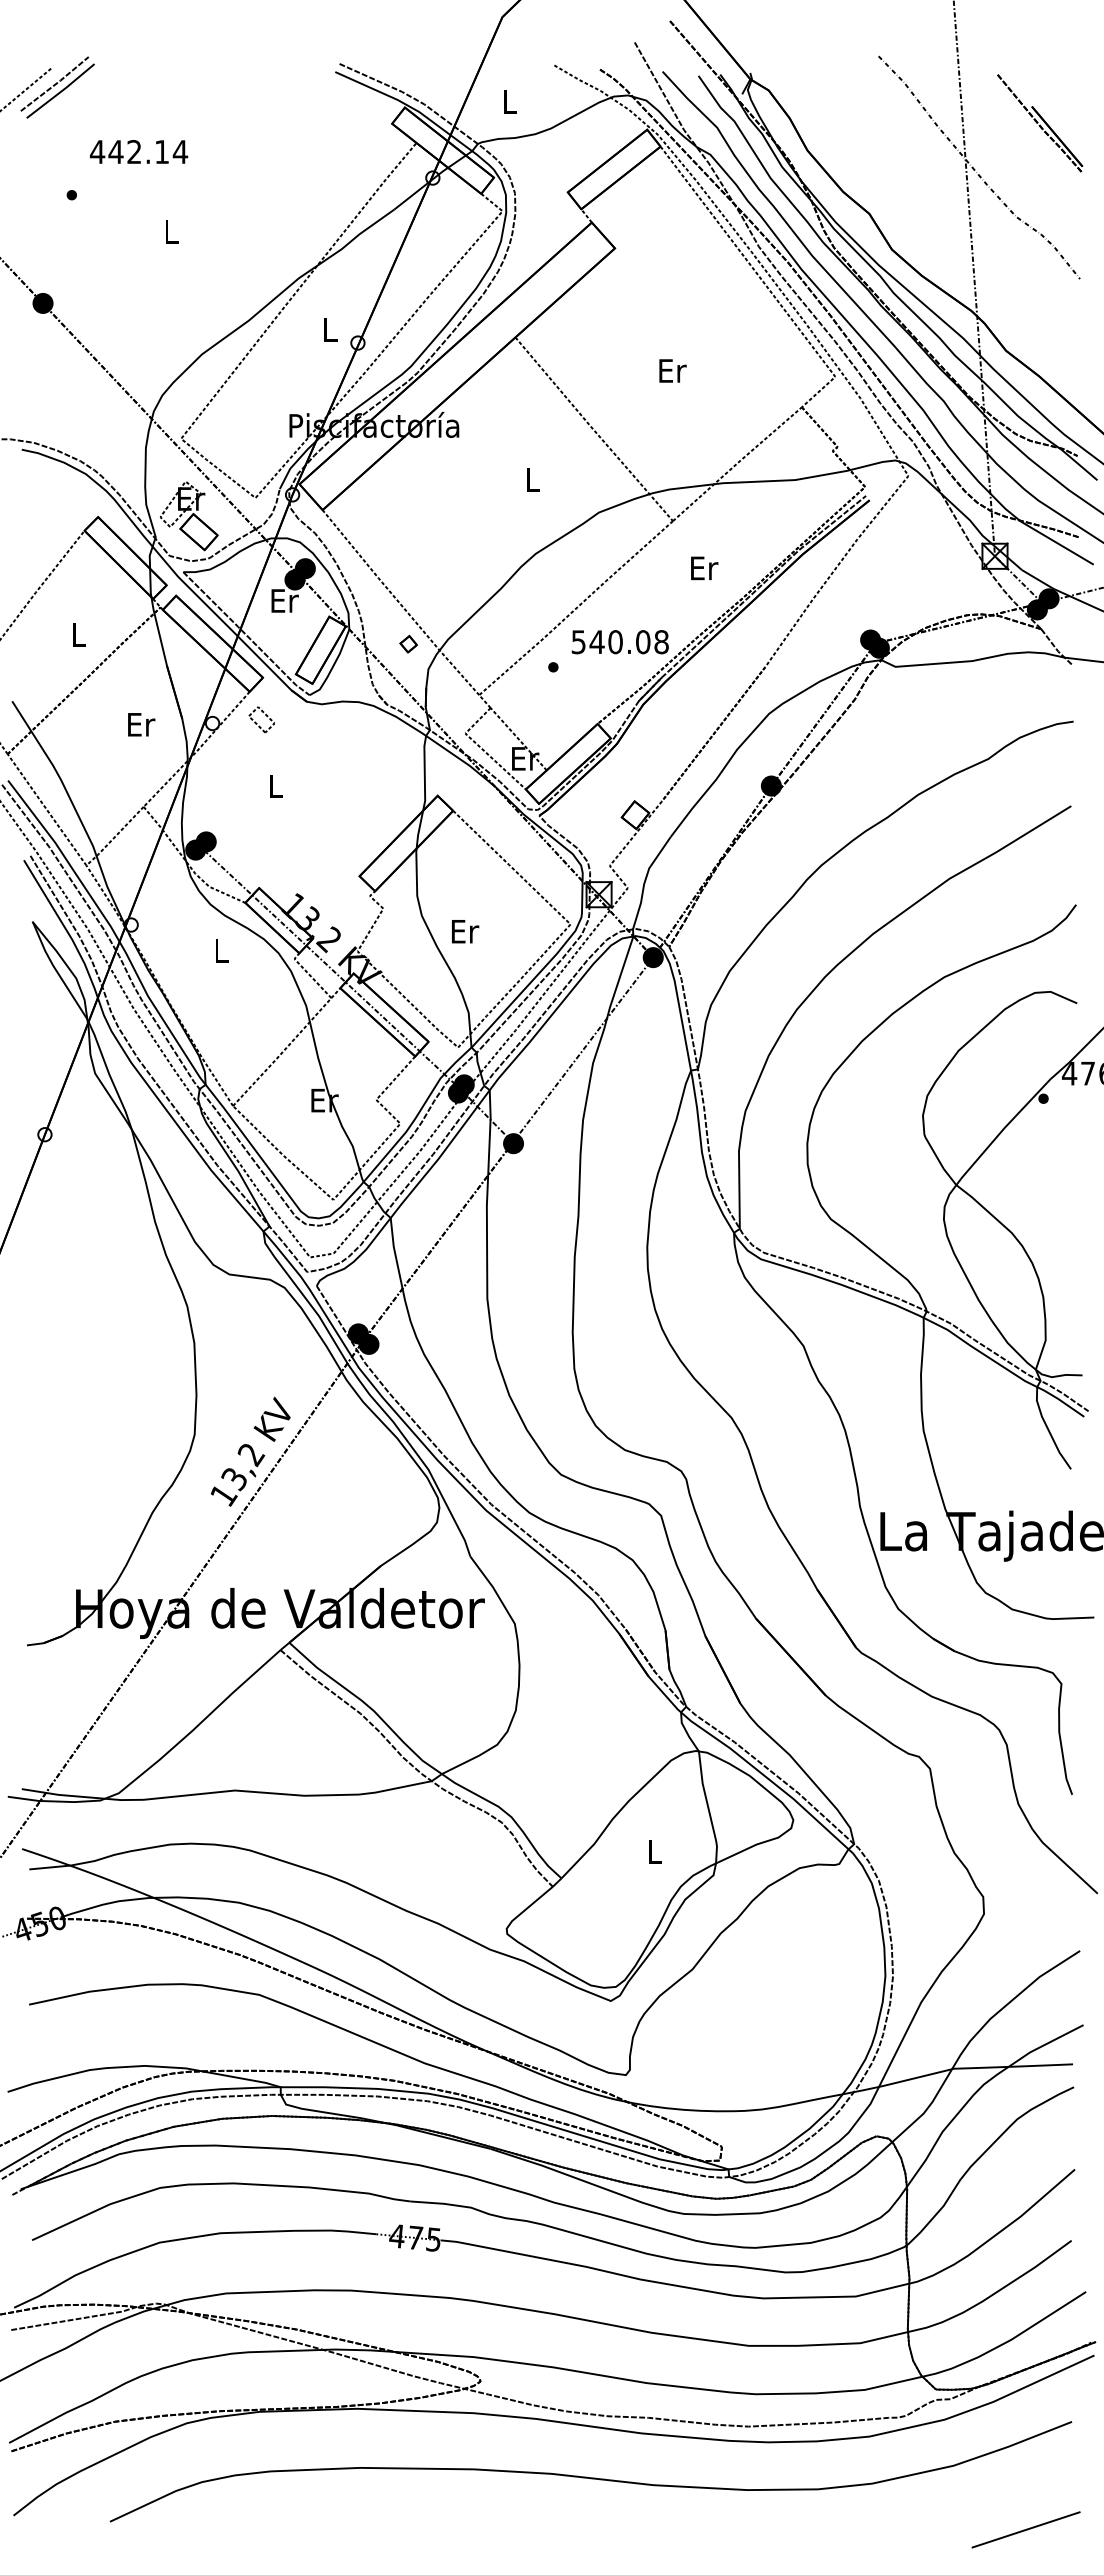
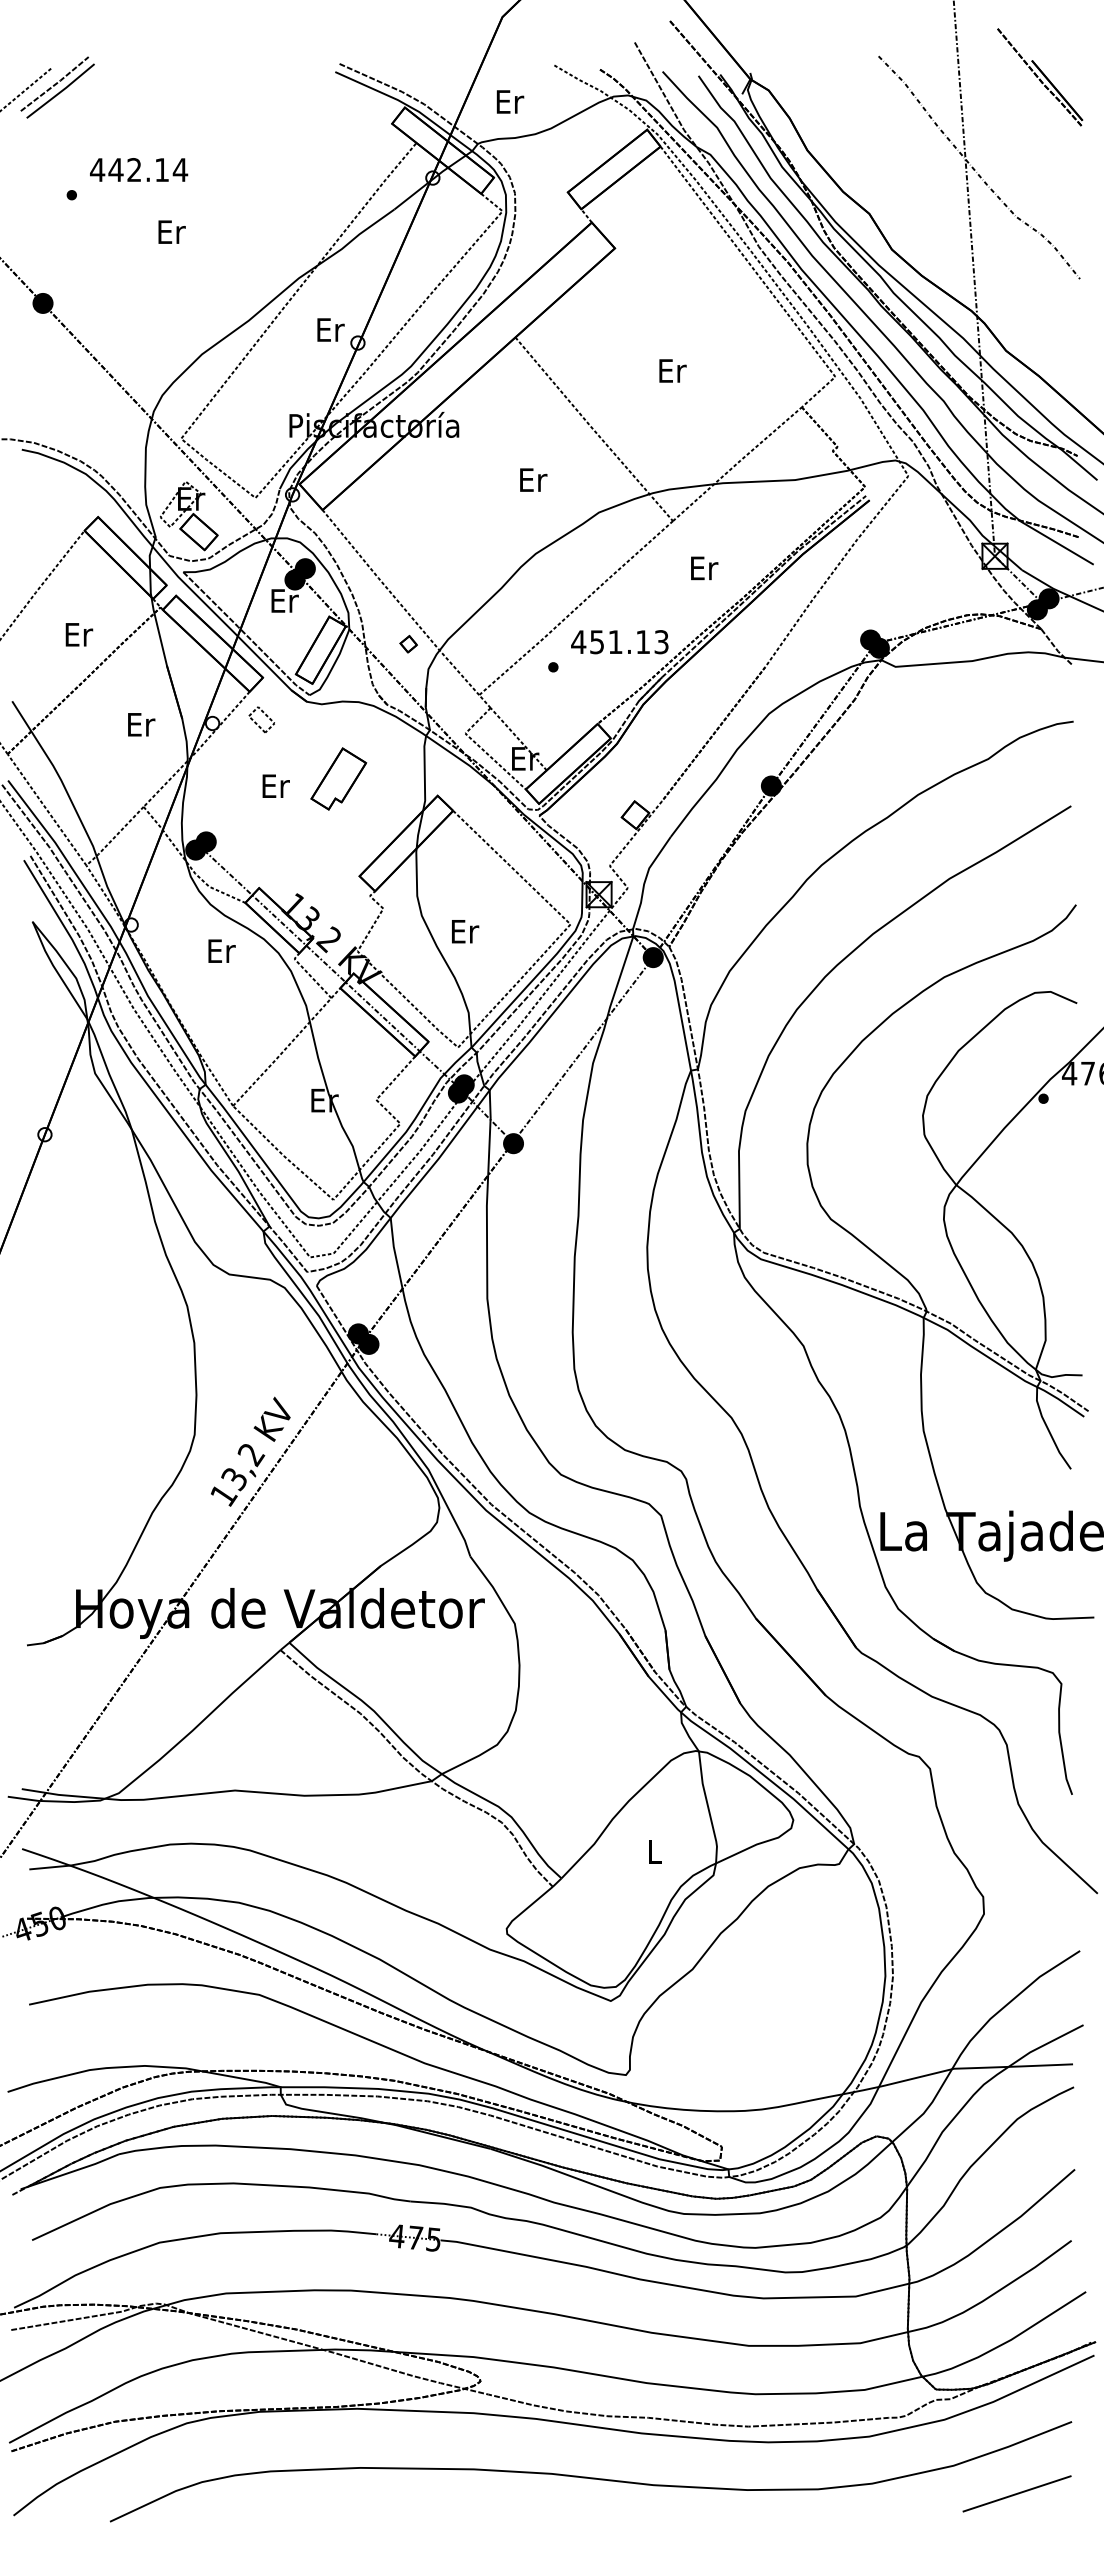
text at (510, 101): L -> Er
part at (1040, 123) position: (1040, 123) -> (1040, 77)
text at (139, 151) position: (139, 151) -> (139, 169)
text at (171, 231): L -> Er
text at (330, 329): L -> Er
text at (533, 479): L -> Er
text at (79, 634): L -> Er
text at (619, 642): 540.08 -> 451.13
part at (338, 778): none -> present
text at (275, 785): L -> Er
text at (221, 950): L -> Er
line at (1025, 2529) position: (1025, 2529) -> (1016, 2493)
